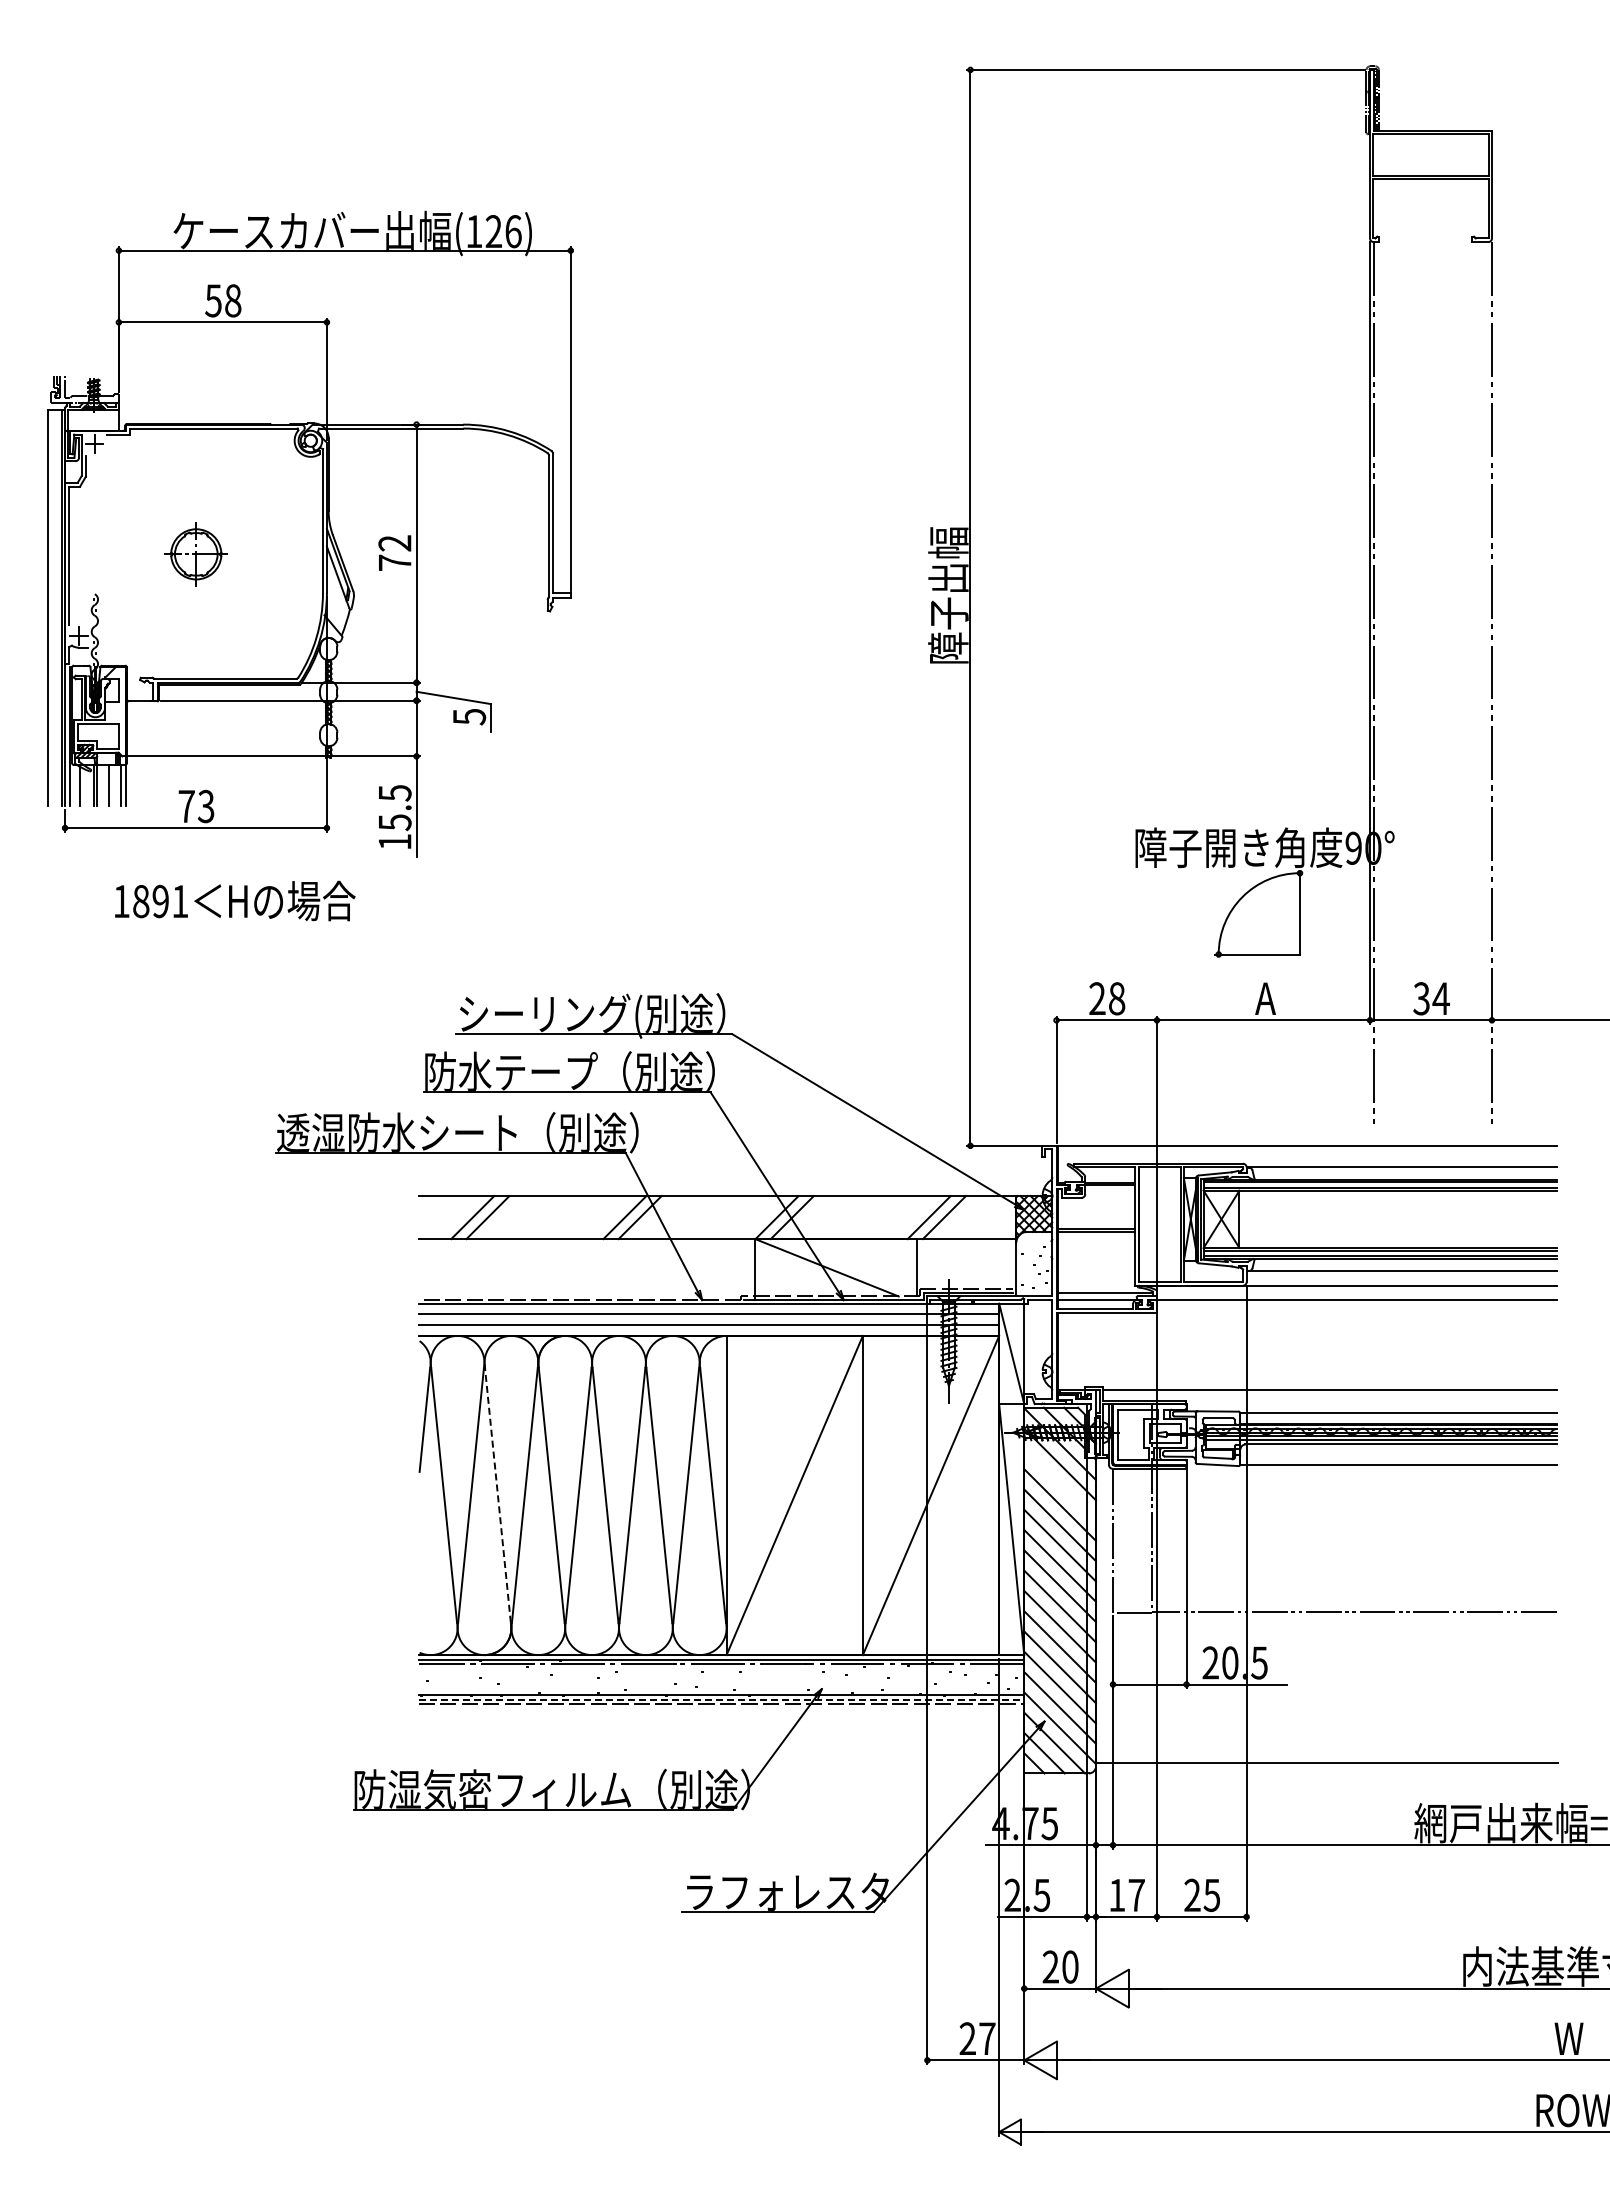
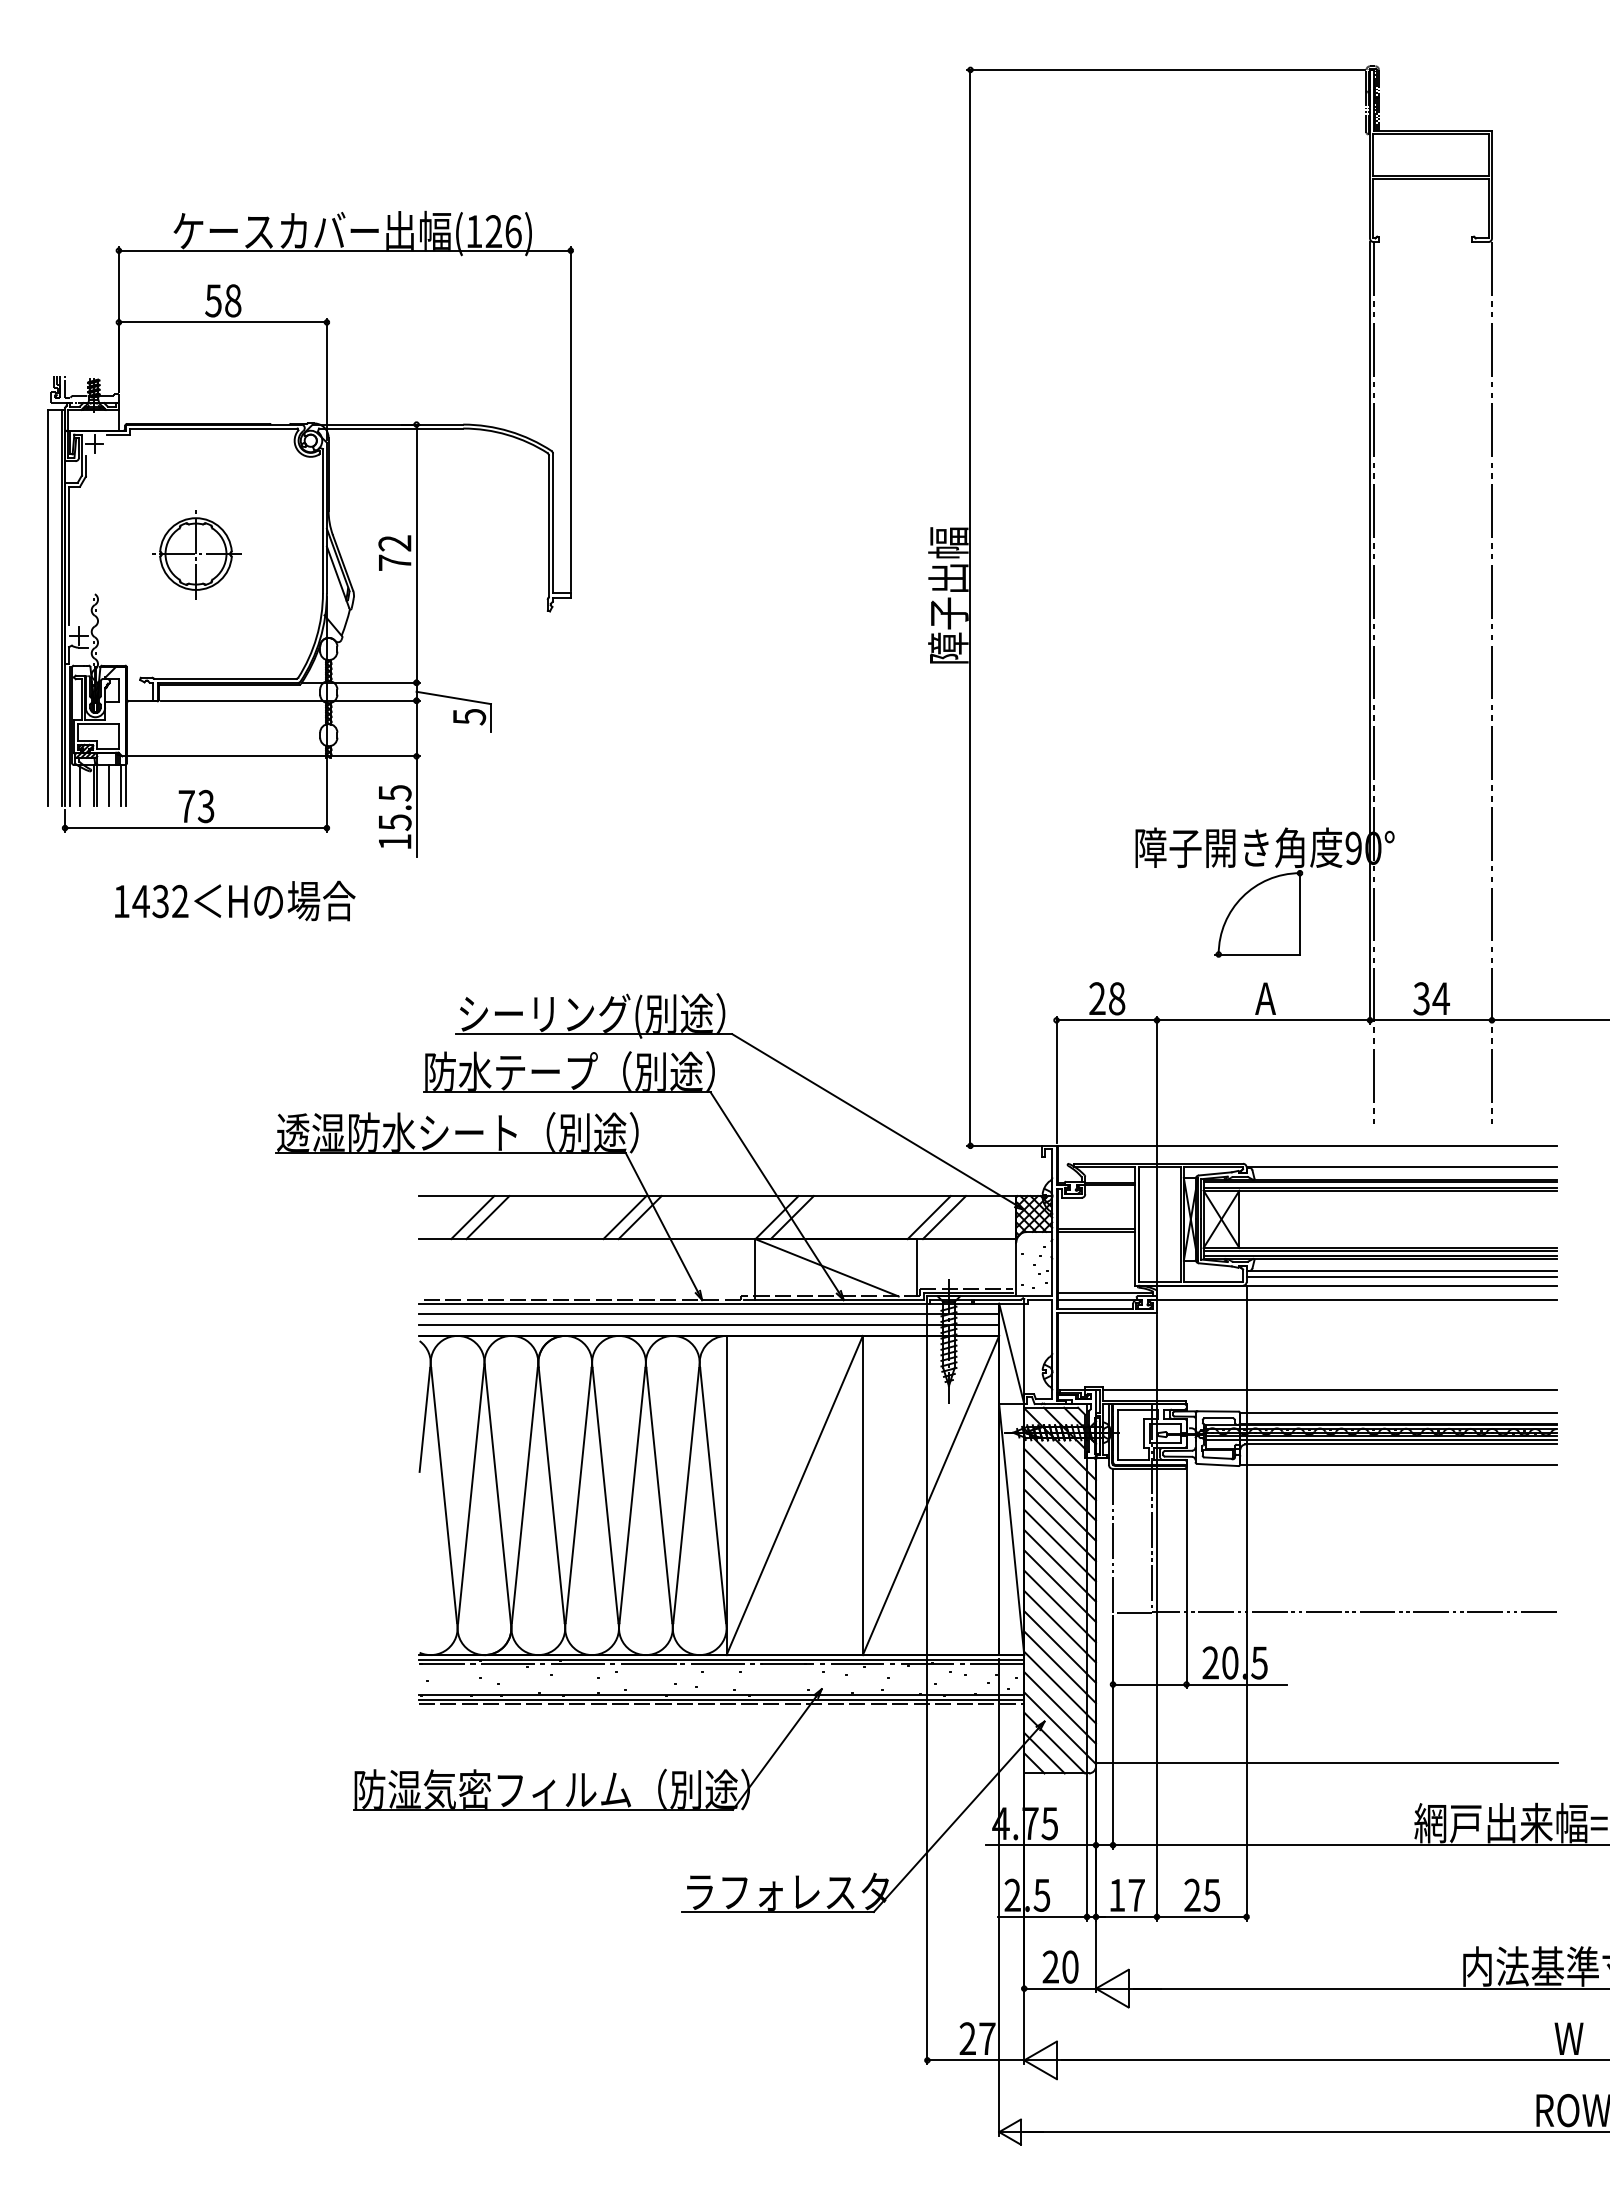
part at (195, 554) size: 64x65 px -> 90x90 px
text at (160, 901): 1891 -> 1432
line at (1401, 1276): none -> present
line at (1059, 1484): none -> present
line at (497, 1493): dashed -> solid
line at (721, 1699): dashed -> solid
